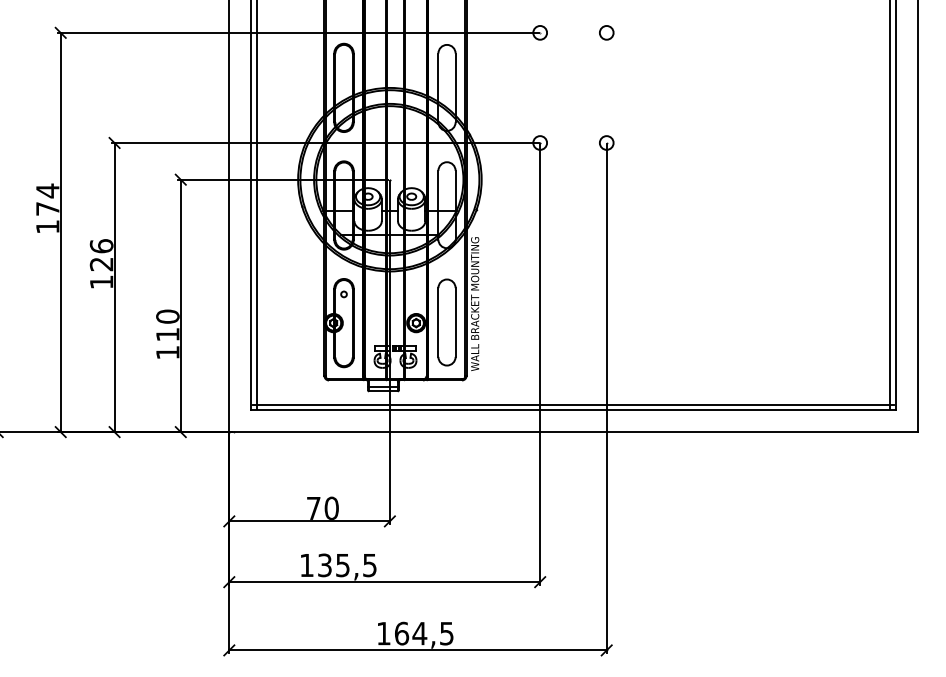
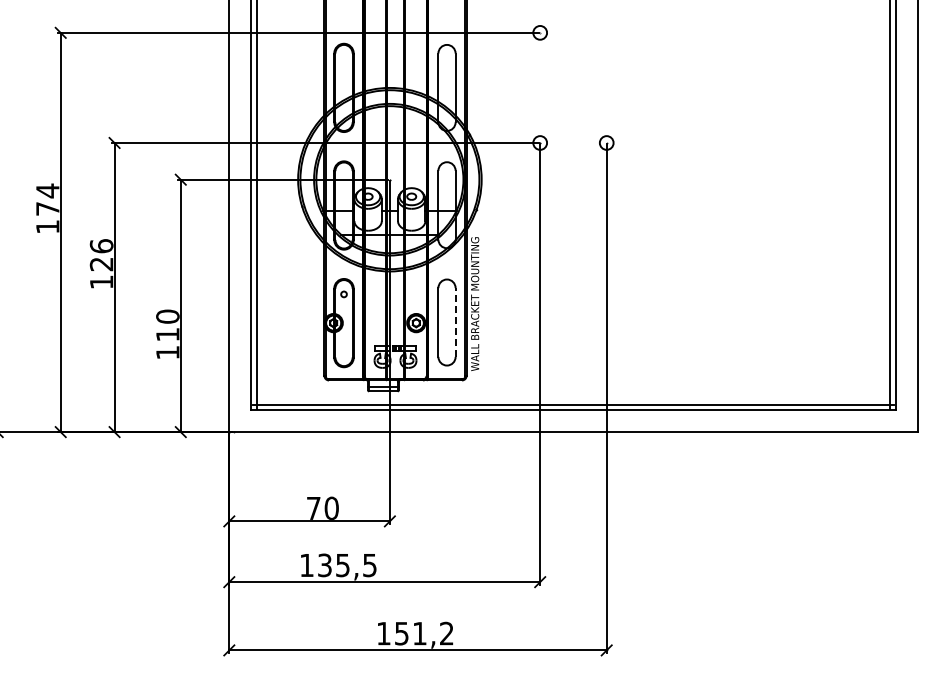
circle at (606, 32): present -> none
line at (455, 322): solid -> dashed
text at (424, 633): 164,5 -> 151,2
